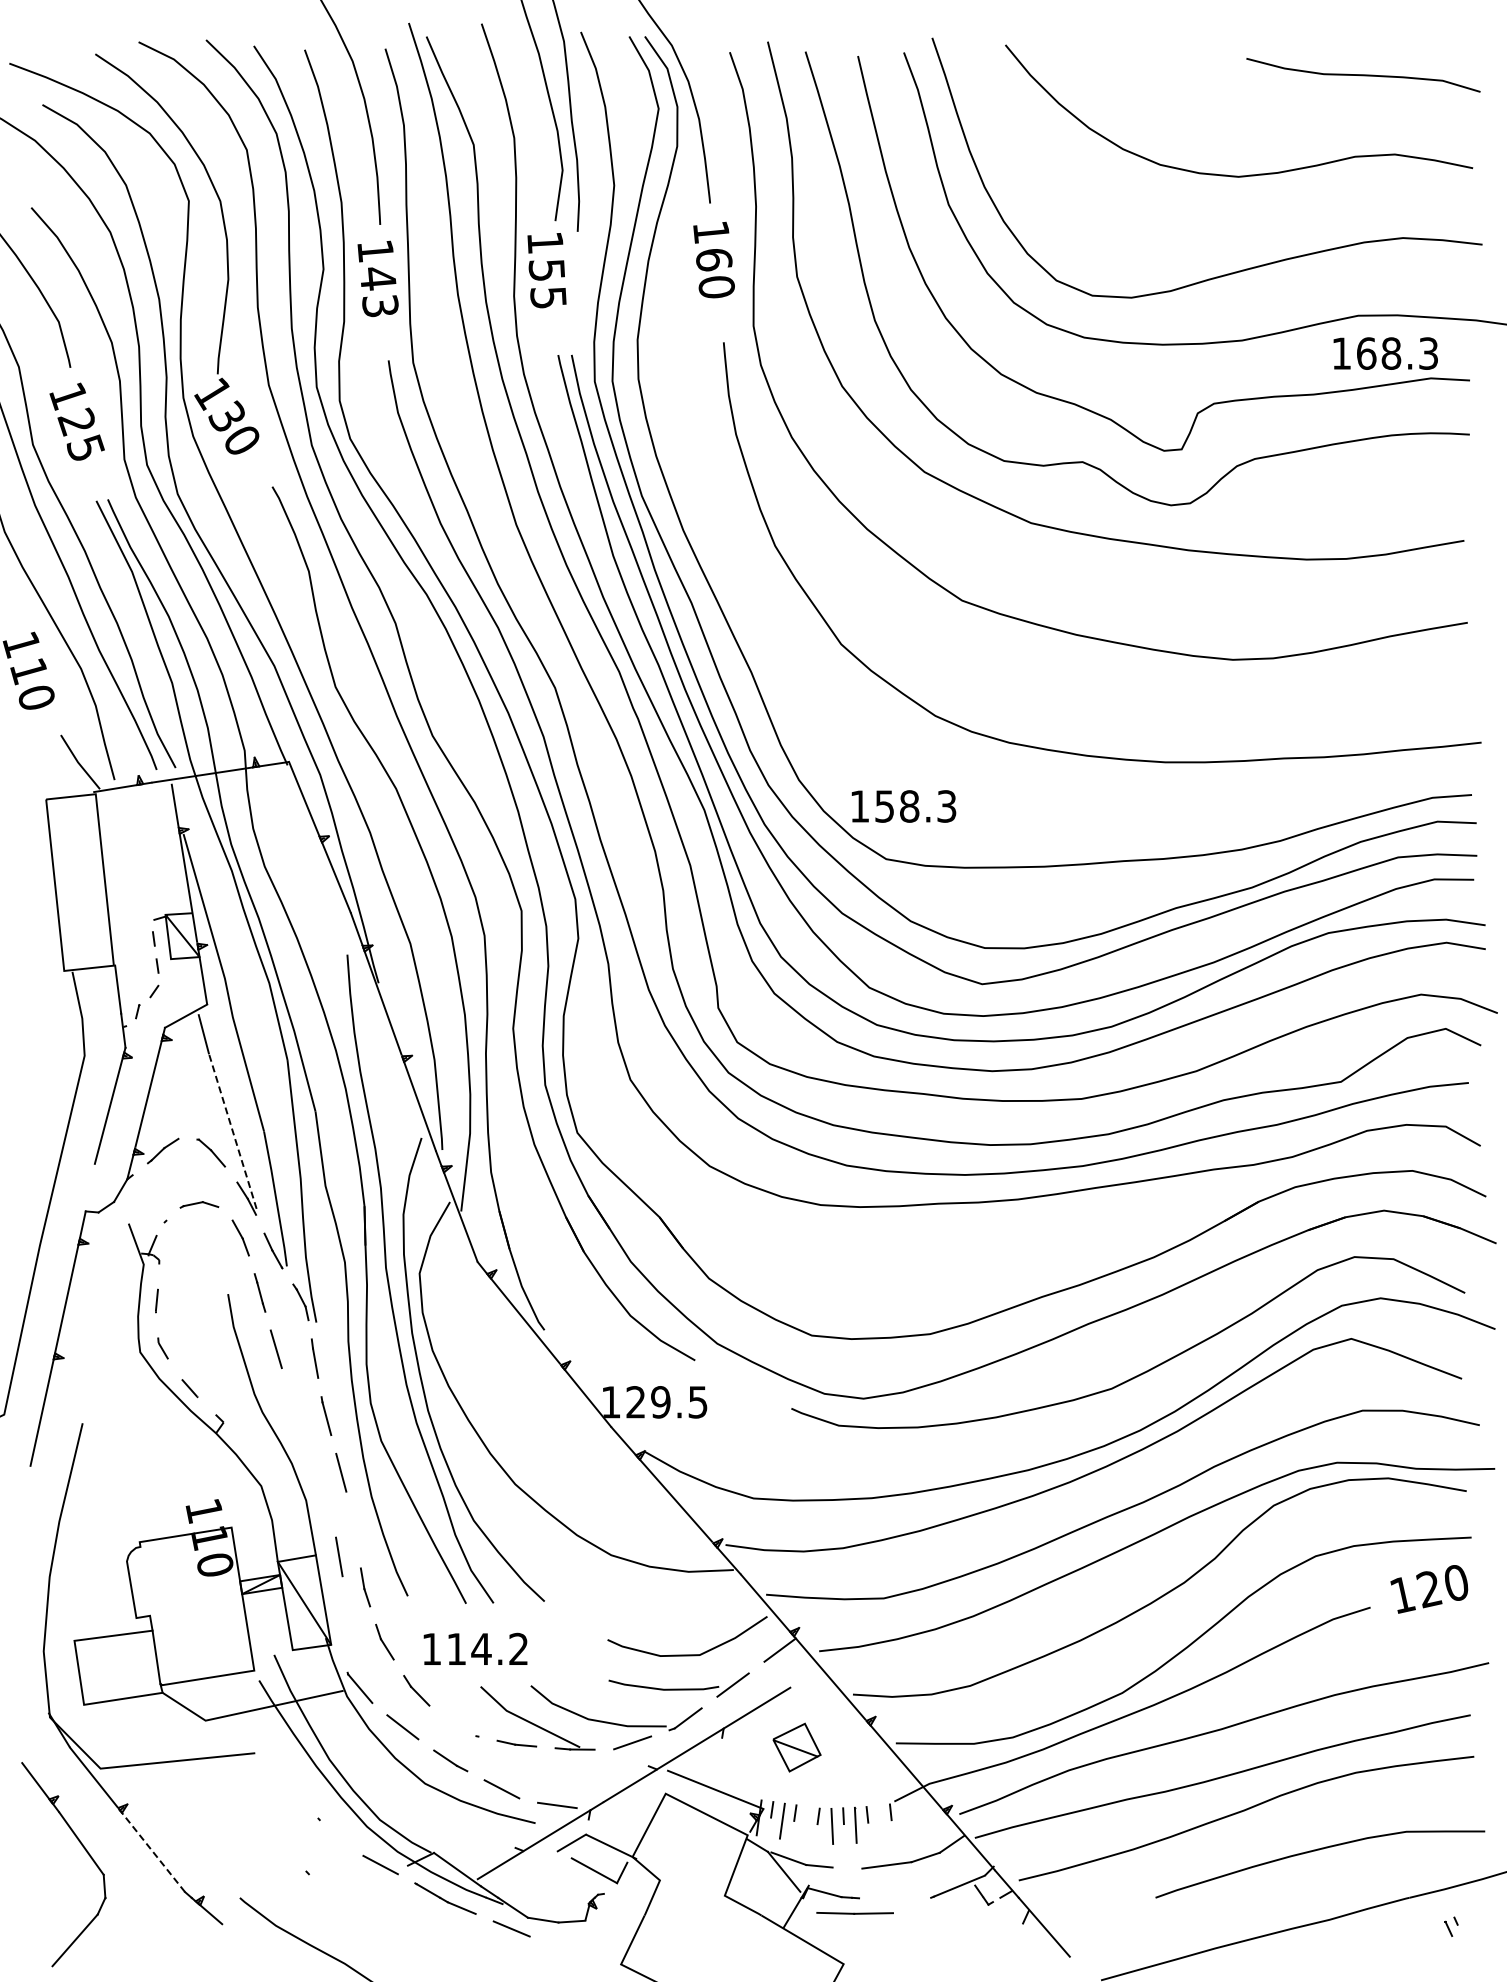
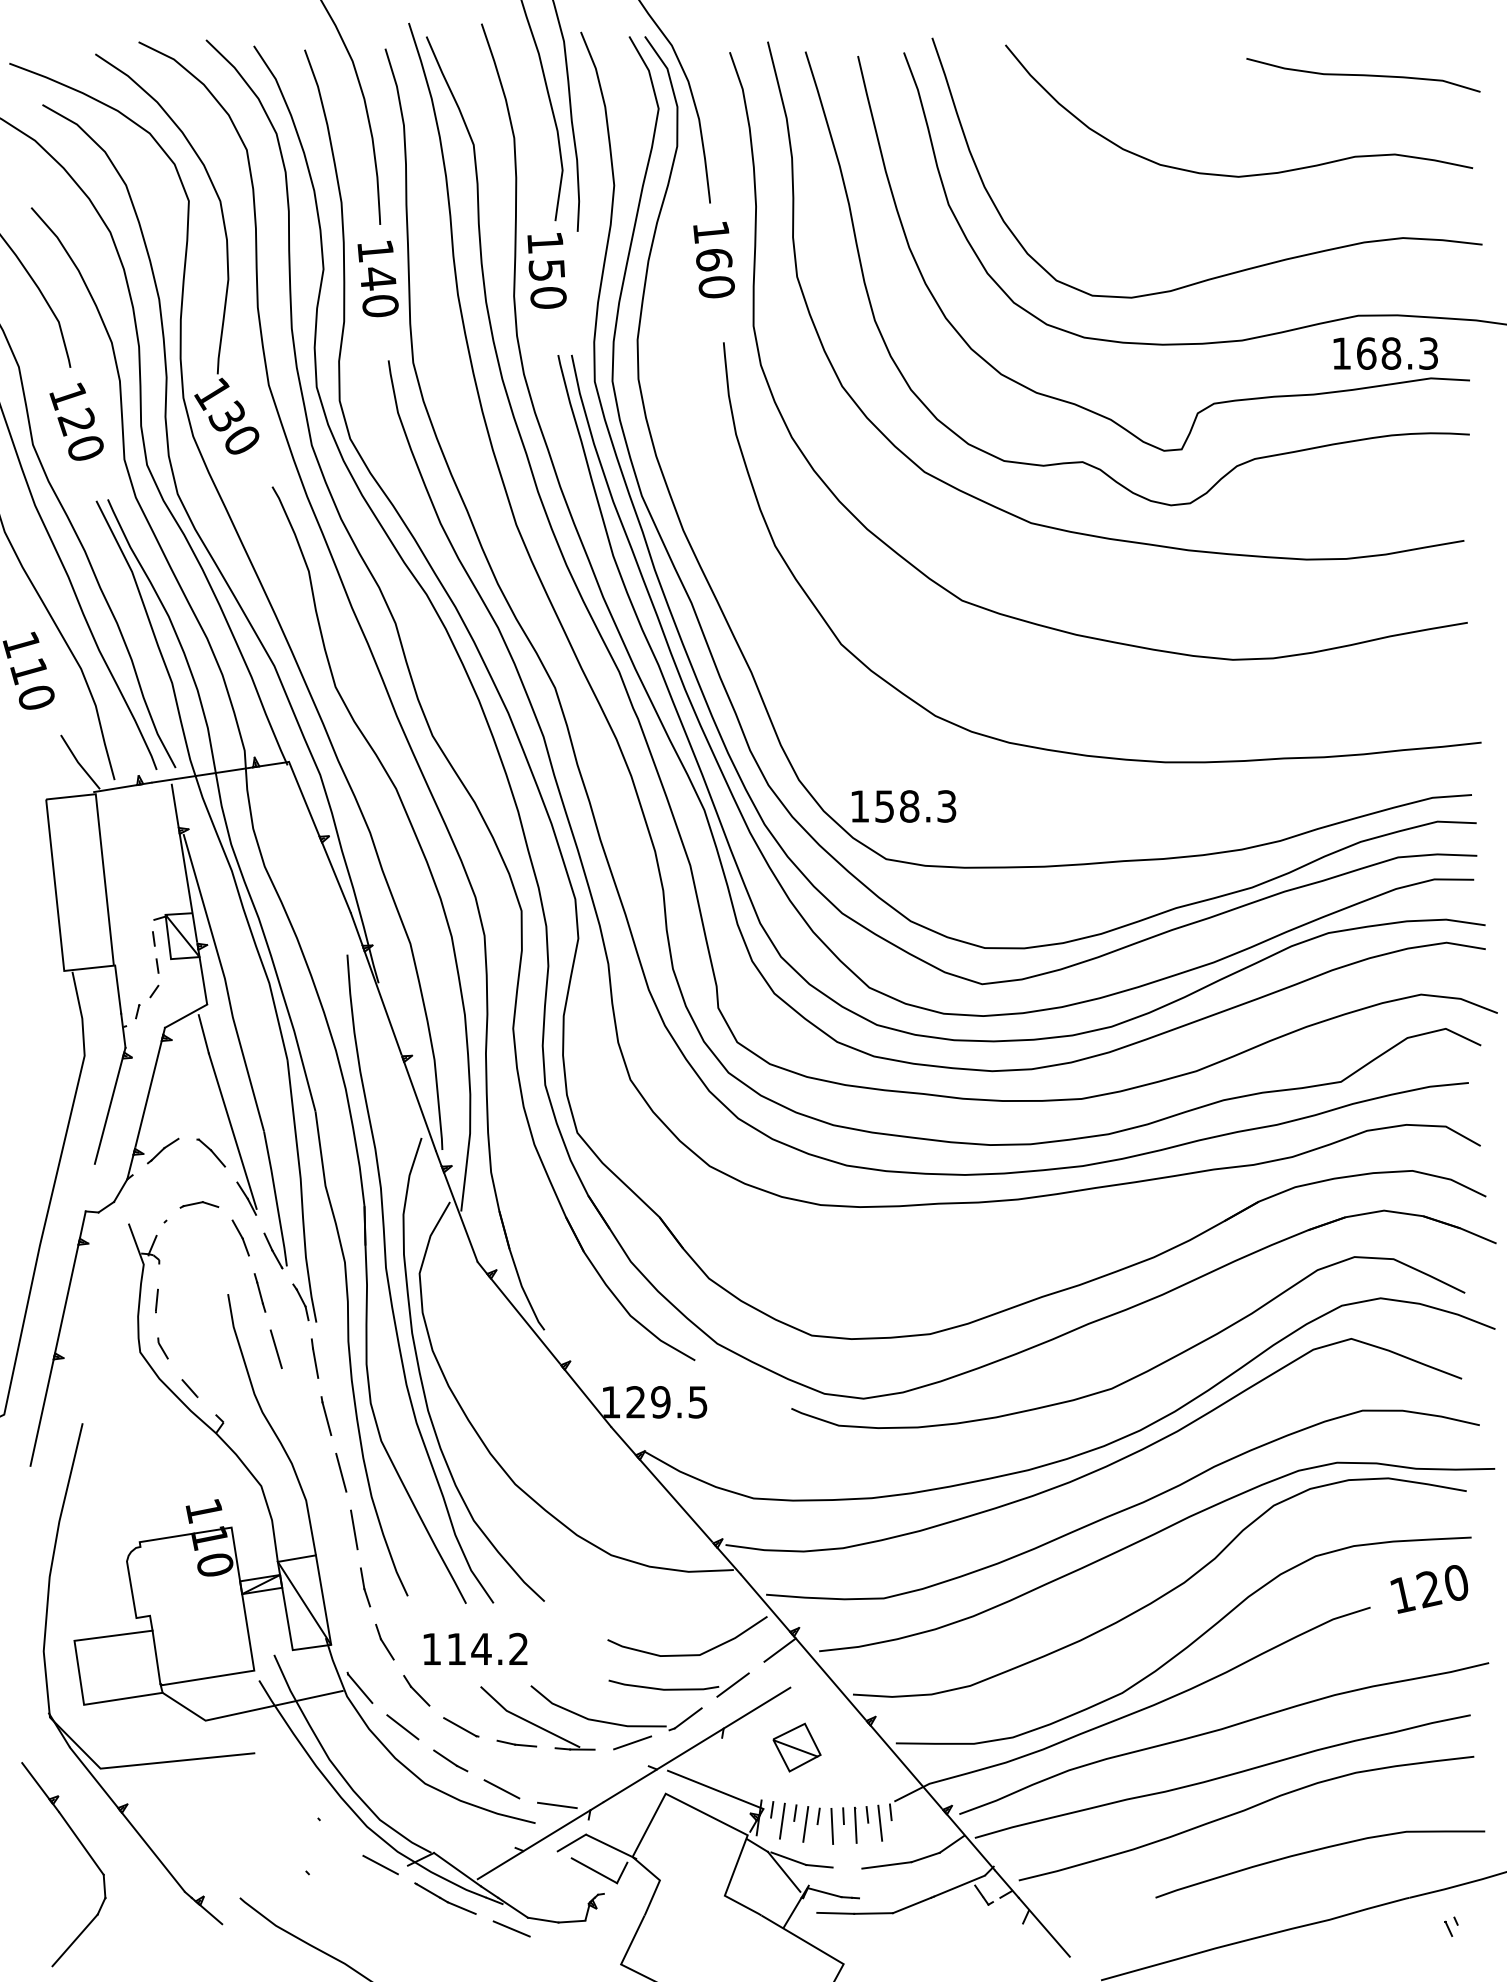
text at (548, 297): 155 -> 150
text at (380, 306): 143 -> 140
text at (85, 447): 125 -> 120
line at (232, 1130): dashed -> solid
line at (339, 1556) position: (339, 1556) -> (354, 1529)
line at (460, 1727): none -> present
line at (880, 1822): none -> present
line at (805, 1824): none -> present
line at (150, 1848): dashed -> solid
line at (912, 1905): none -> present
